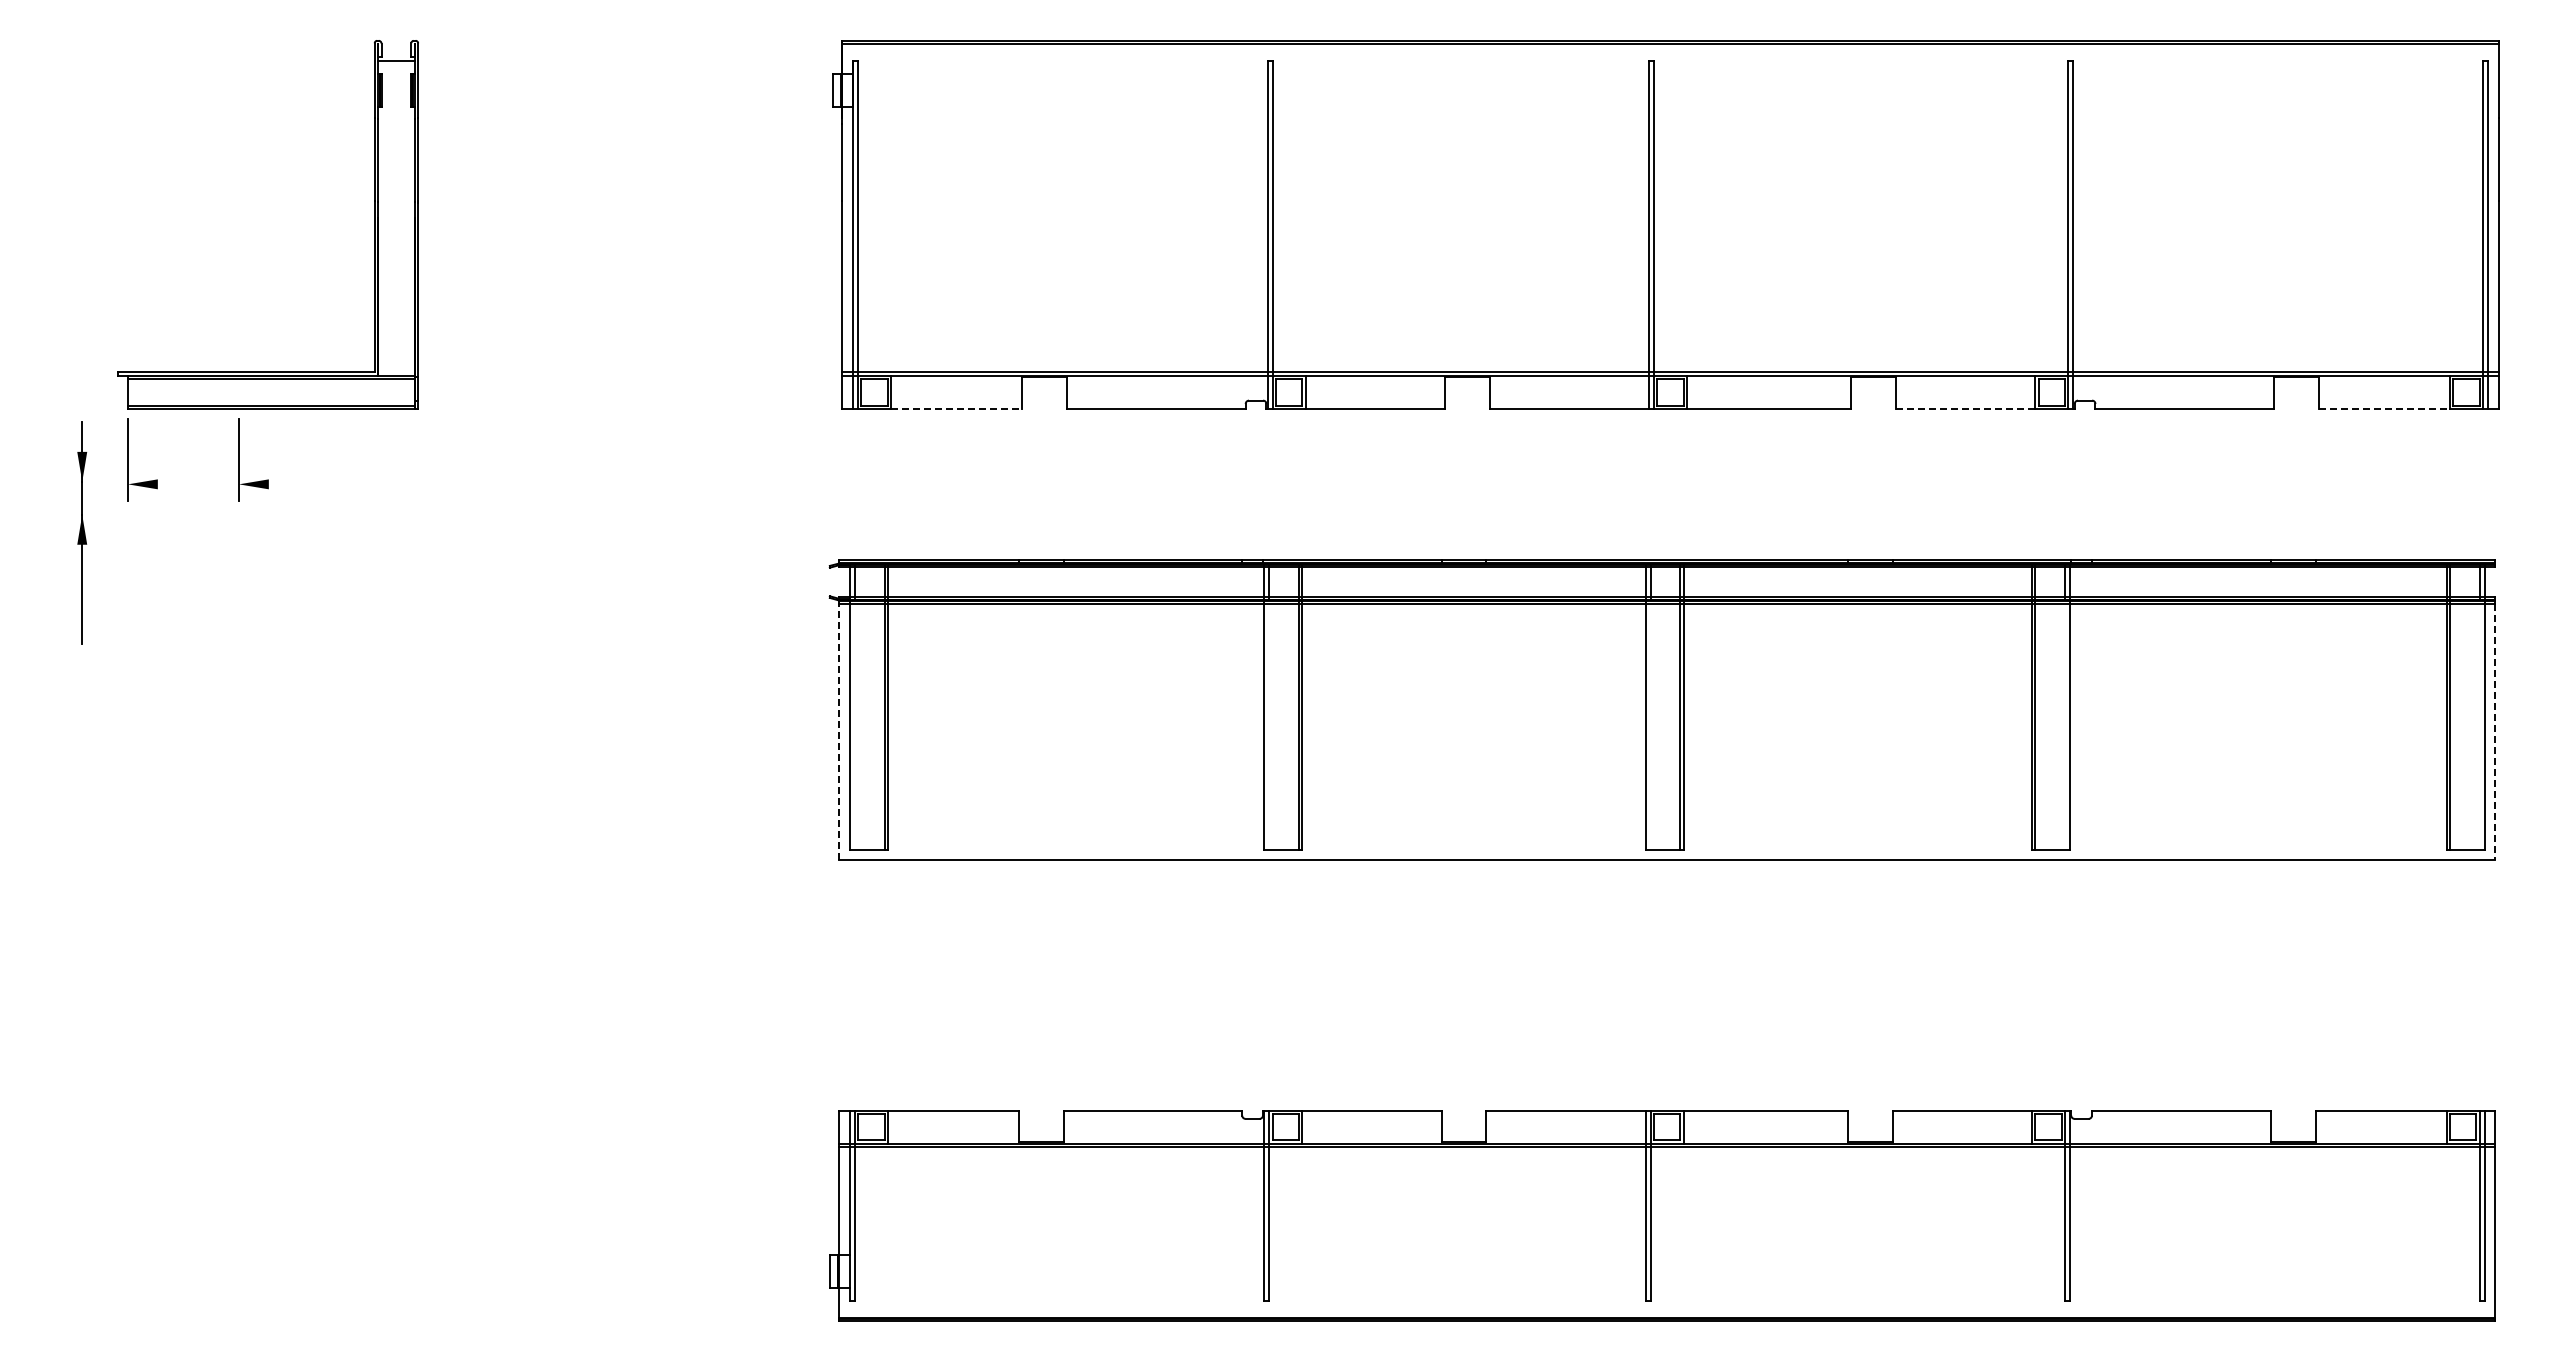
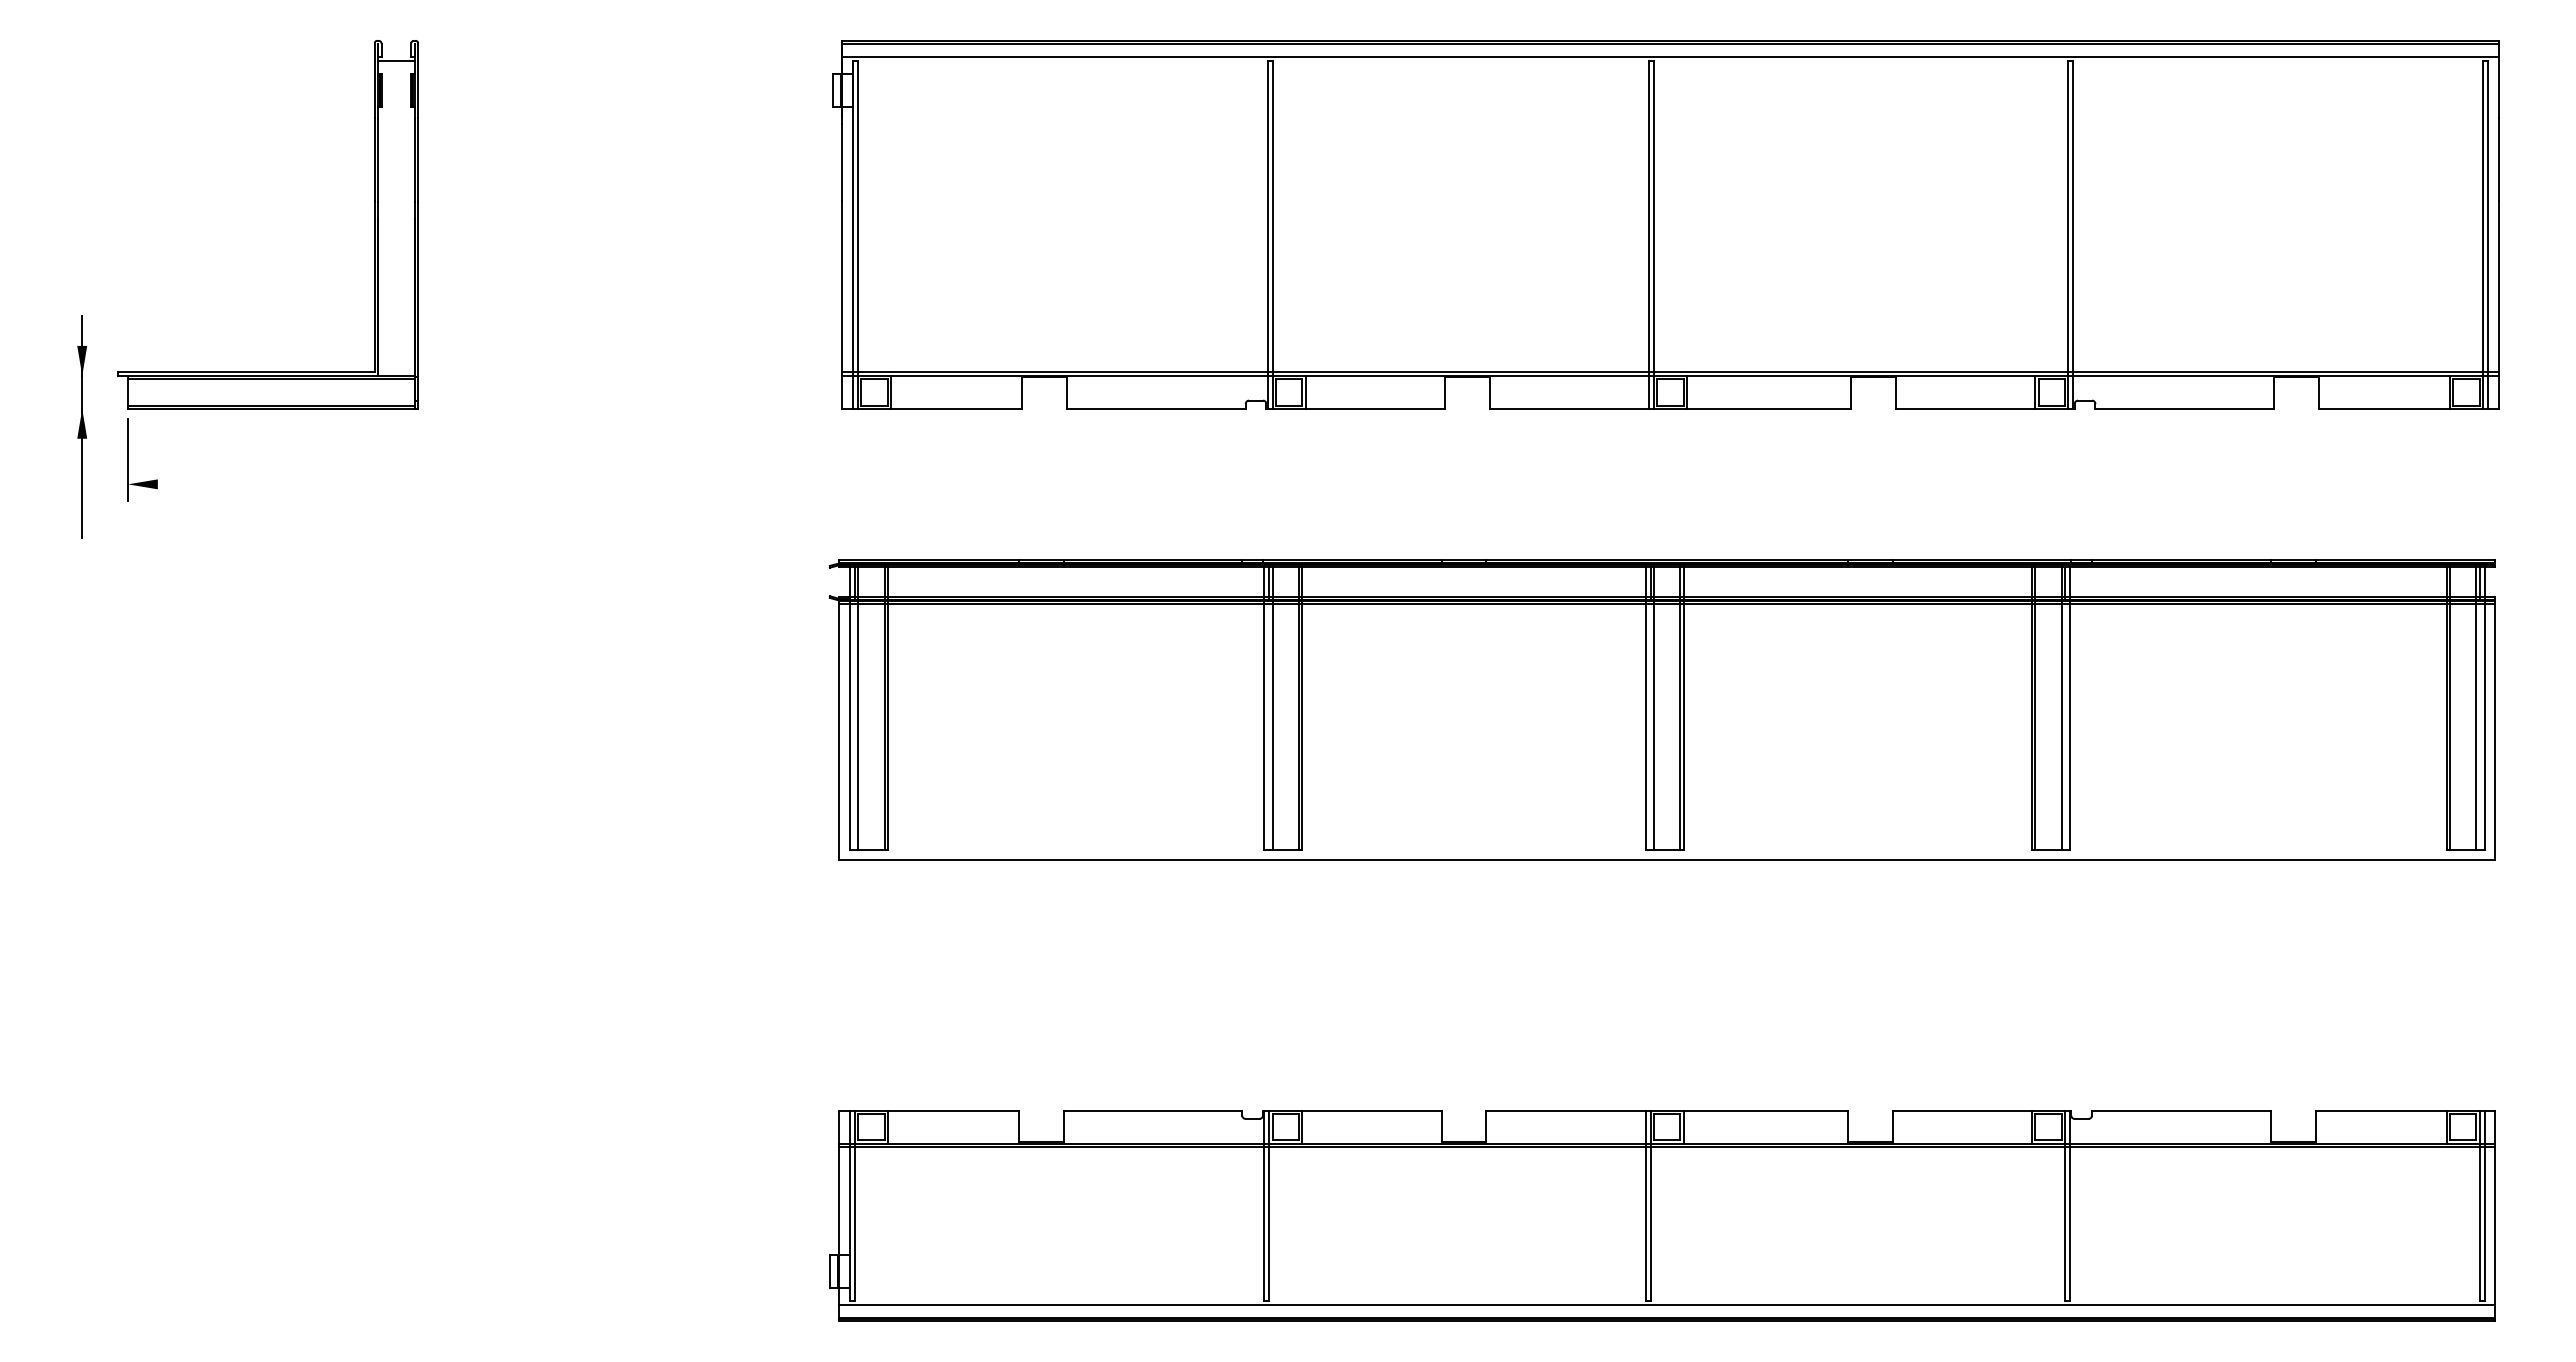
line at (1670, 57): none -> present
line at (957, 408): dashed -> solid
line at (1965, 408): dashed -> solid
line at (2384, 408): dashed -> solid
part at (239, 459): present -> none
part at (82, 532) position: (82, 532) -> (82, 426)
line at (858, 706): none -> present
line at (1272, 706): none -> present
line at (1653, 706): none -> present
line at (2061, 706): none -> present
line at (2476, 706): none -> present
line at (838, 731): dashed -> solid
line at (2495, 732): dashed -> solid
line at (1666, 1304): none -> present
